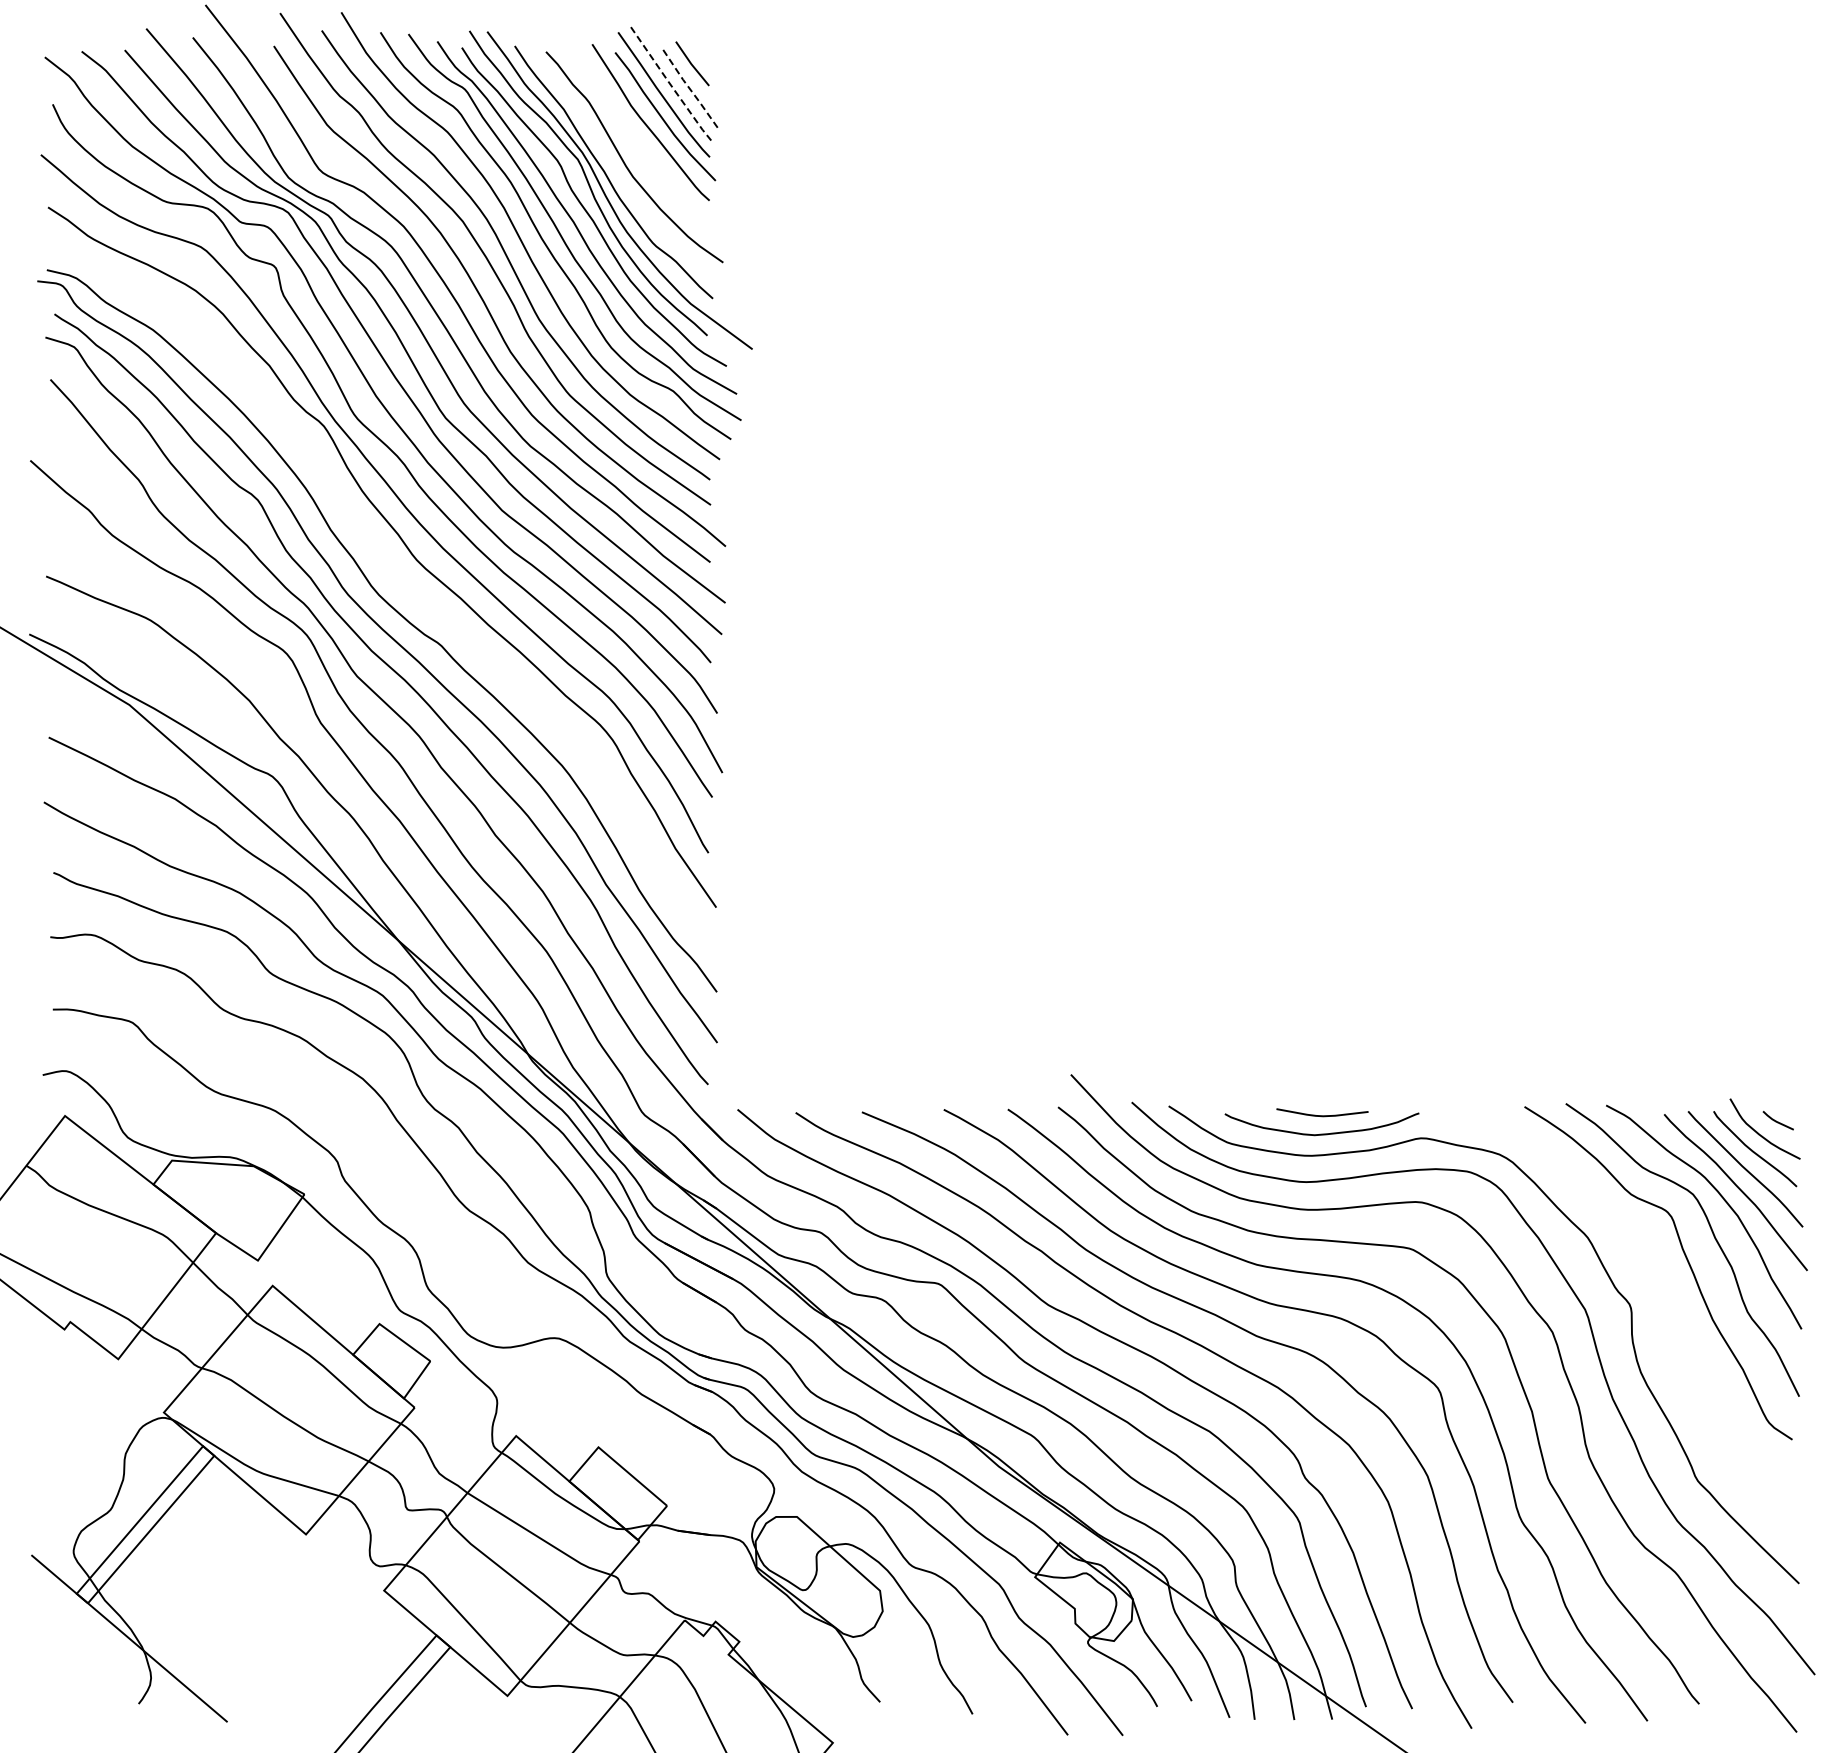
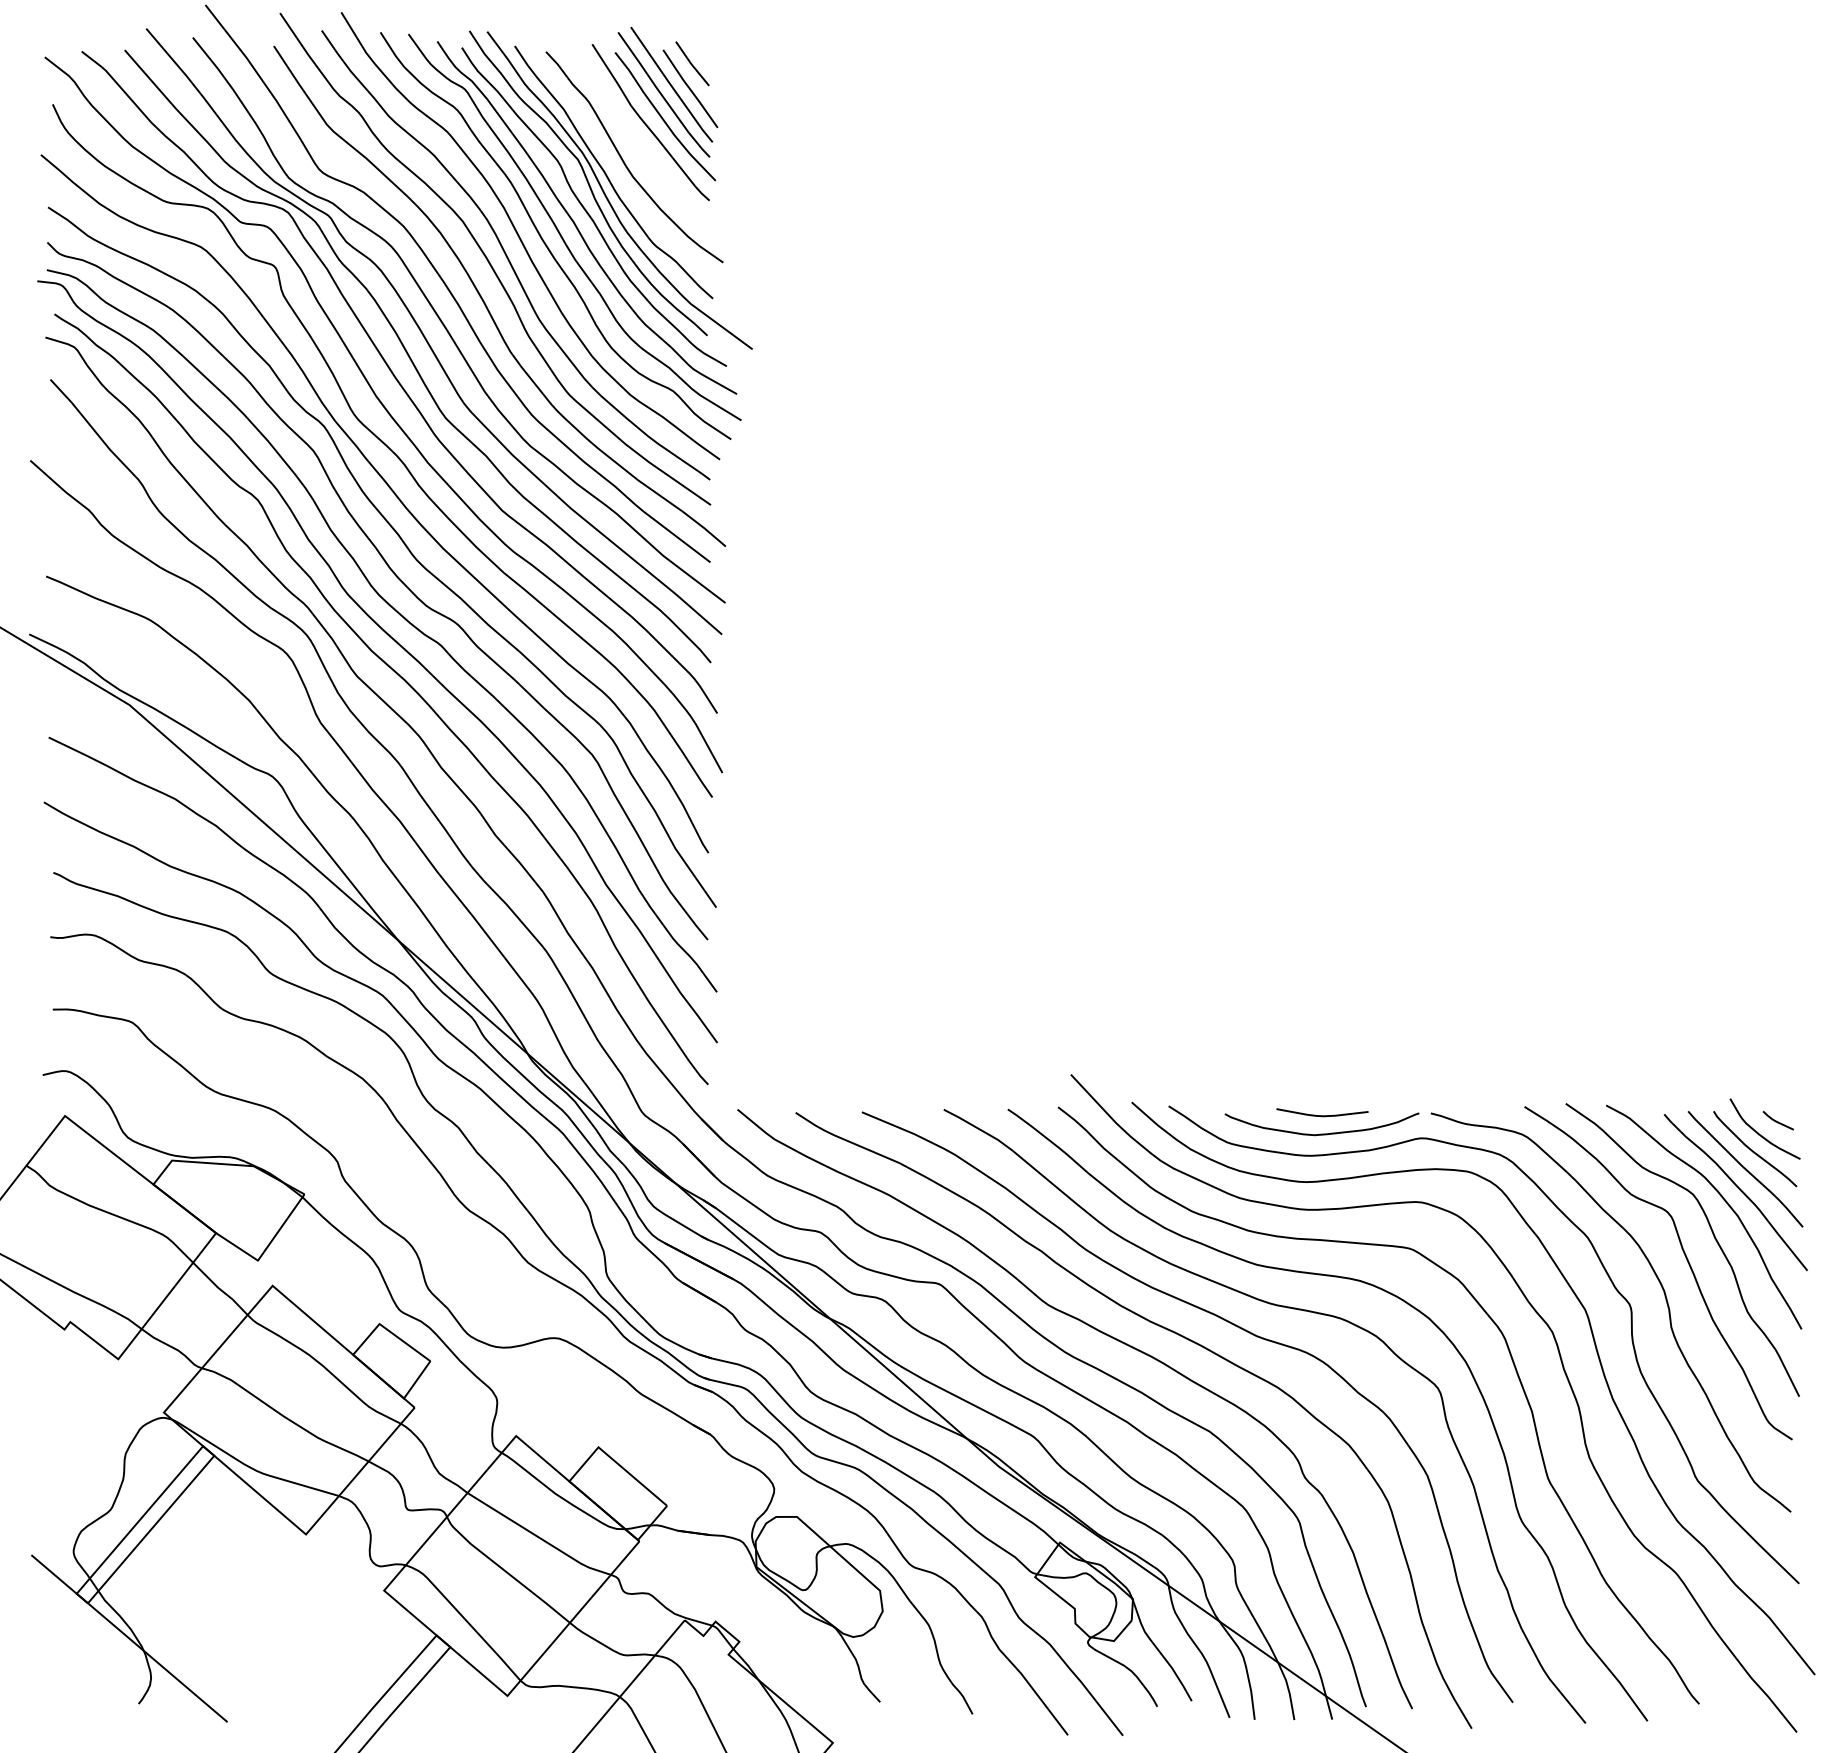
line at (671, 85): dashed -> solid
line at (690, 89): dashed -> solid
curve at (394, 575): none -> present
curve at (1665, 1300): none -> present
